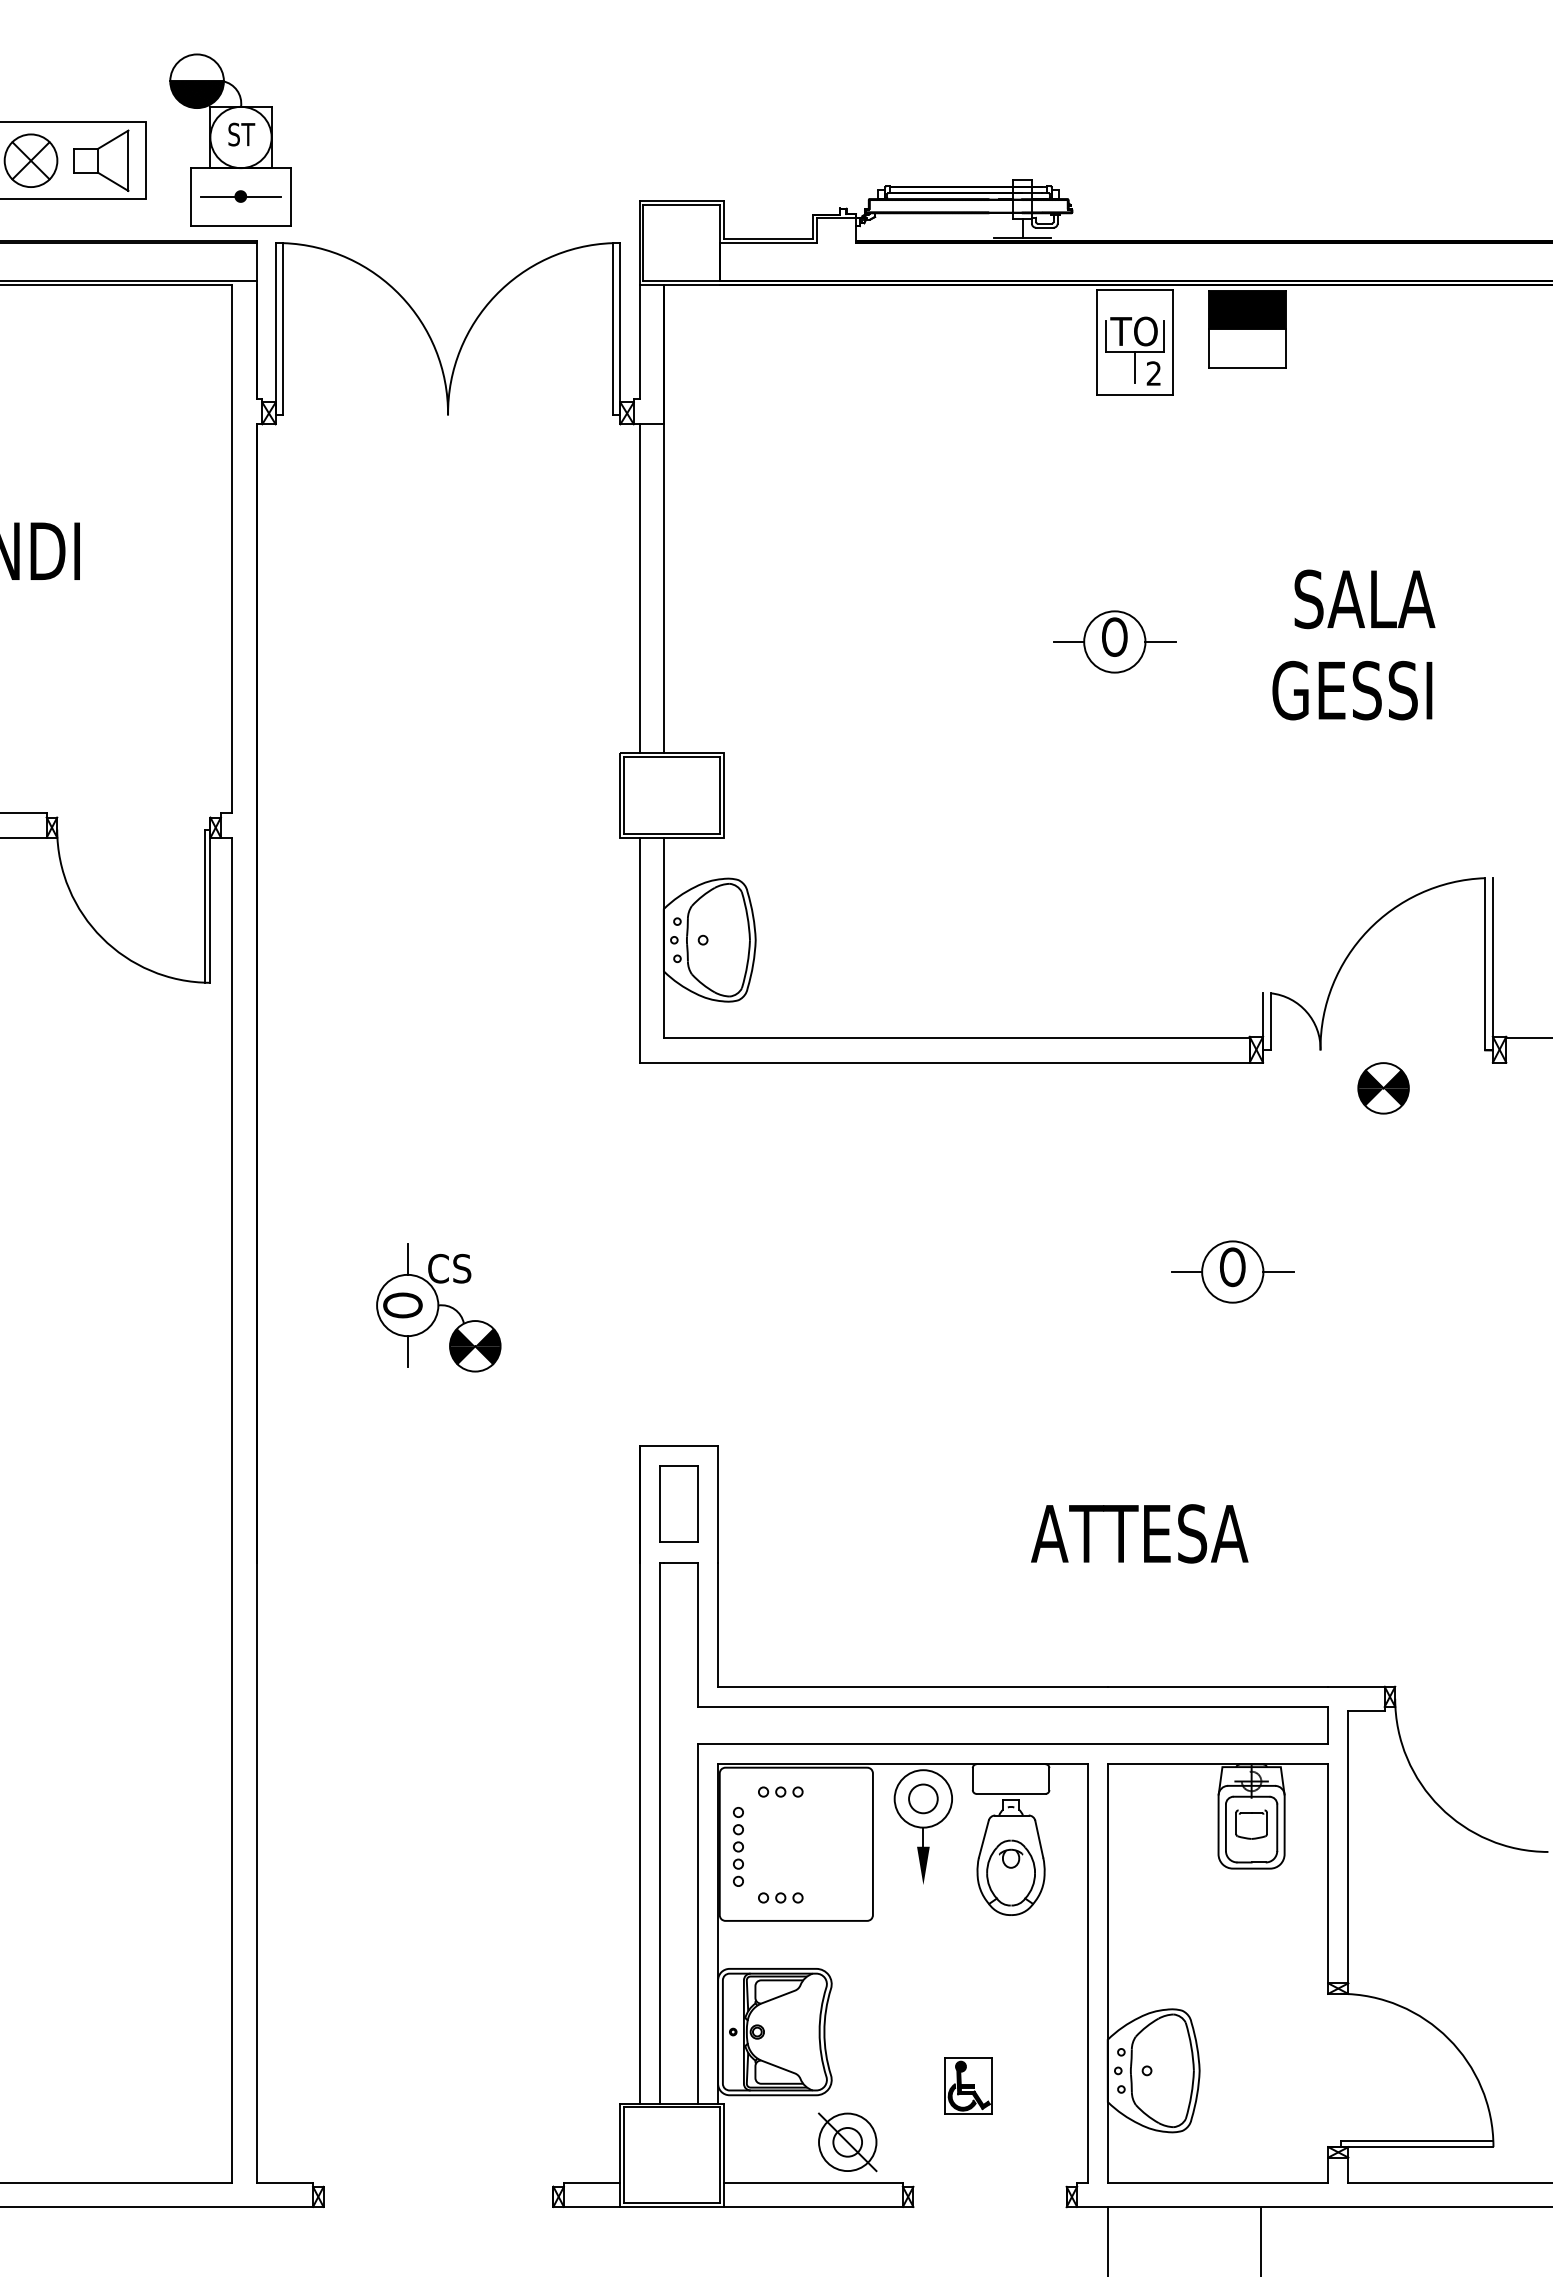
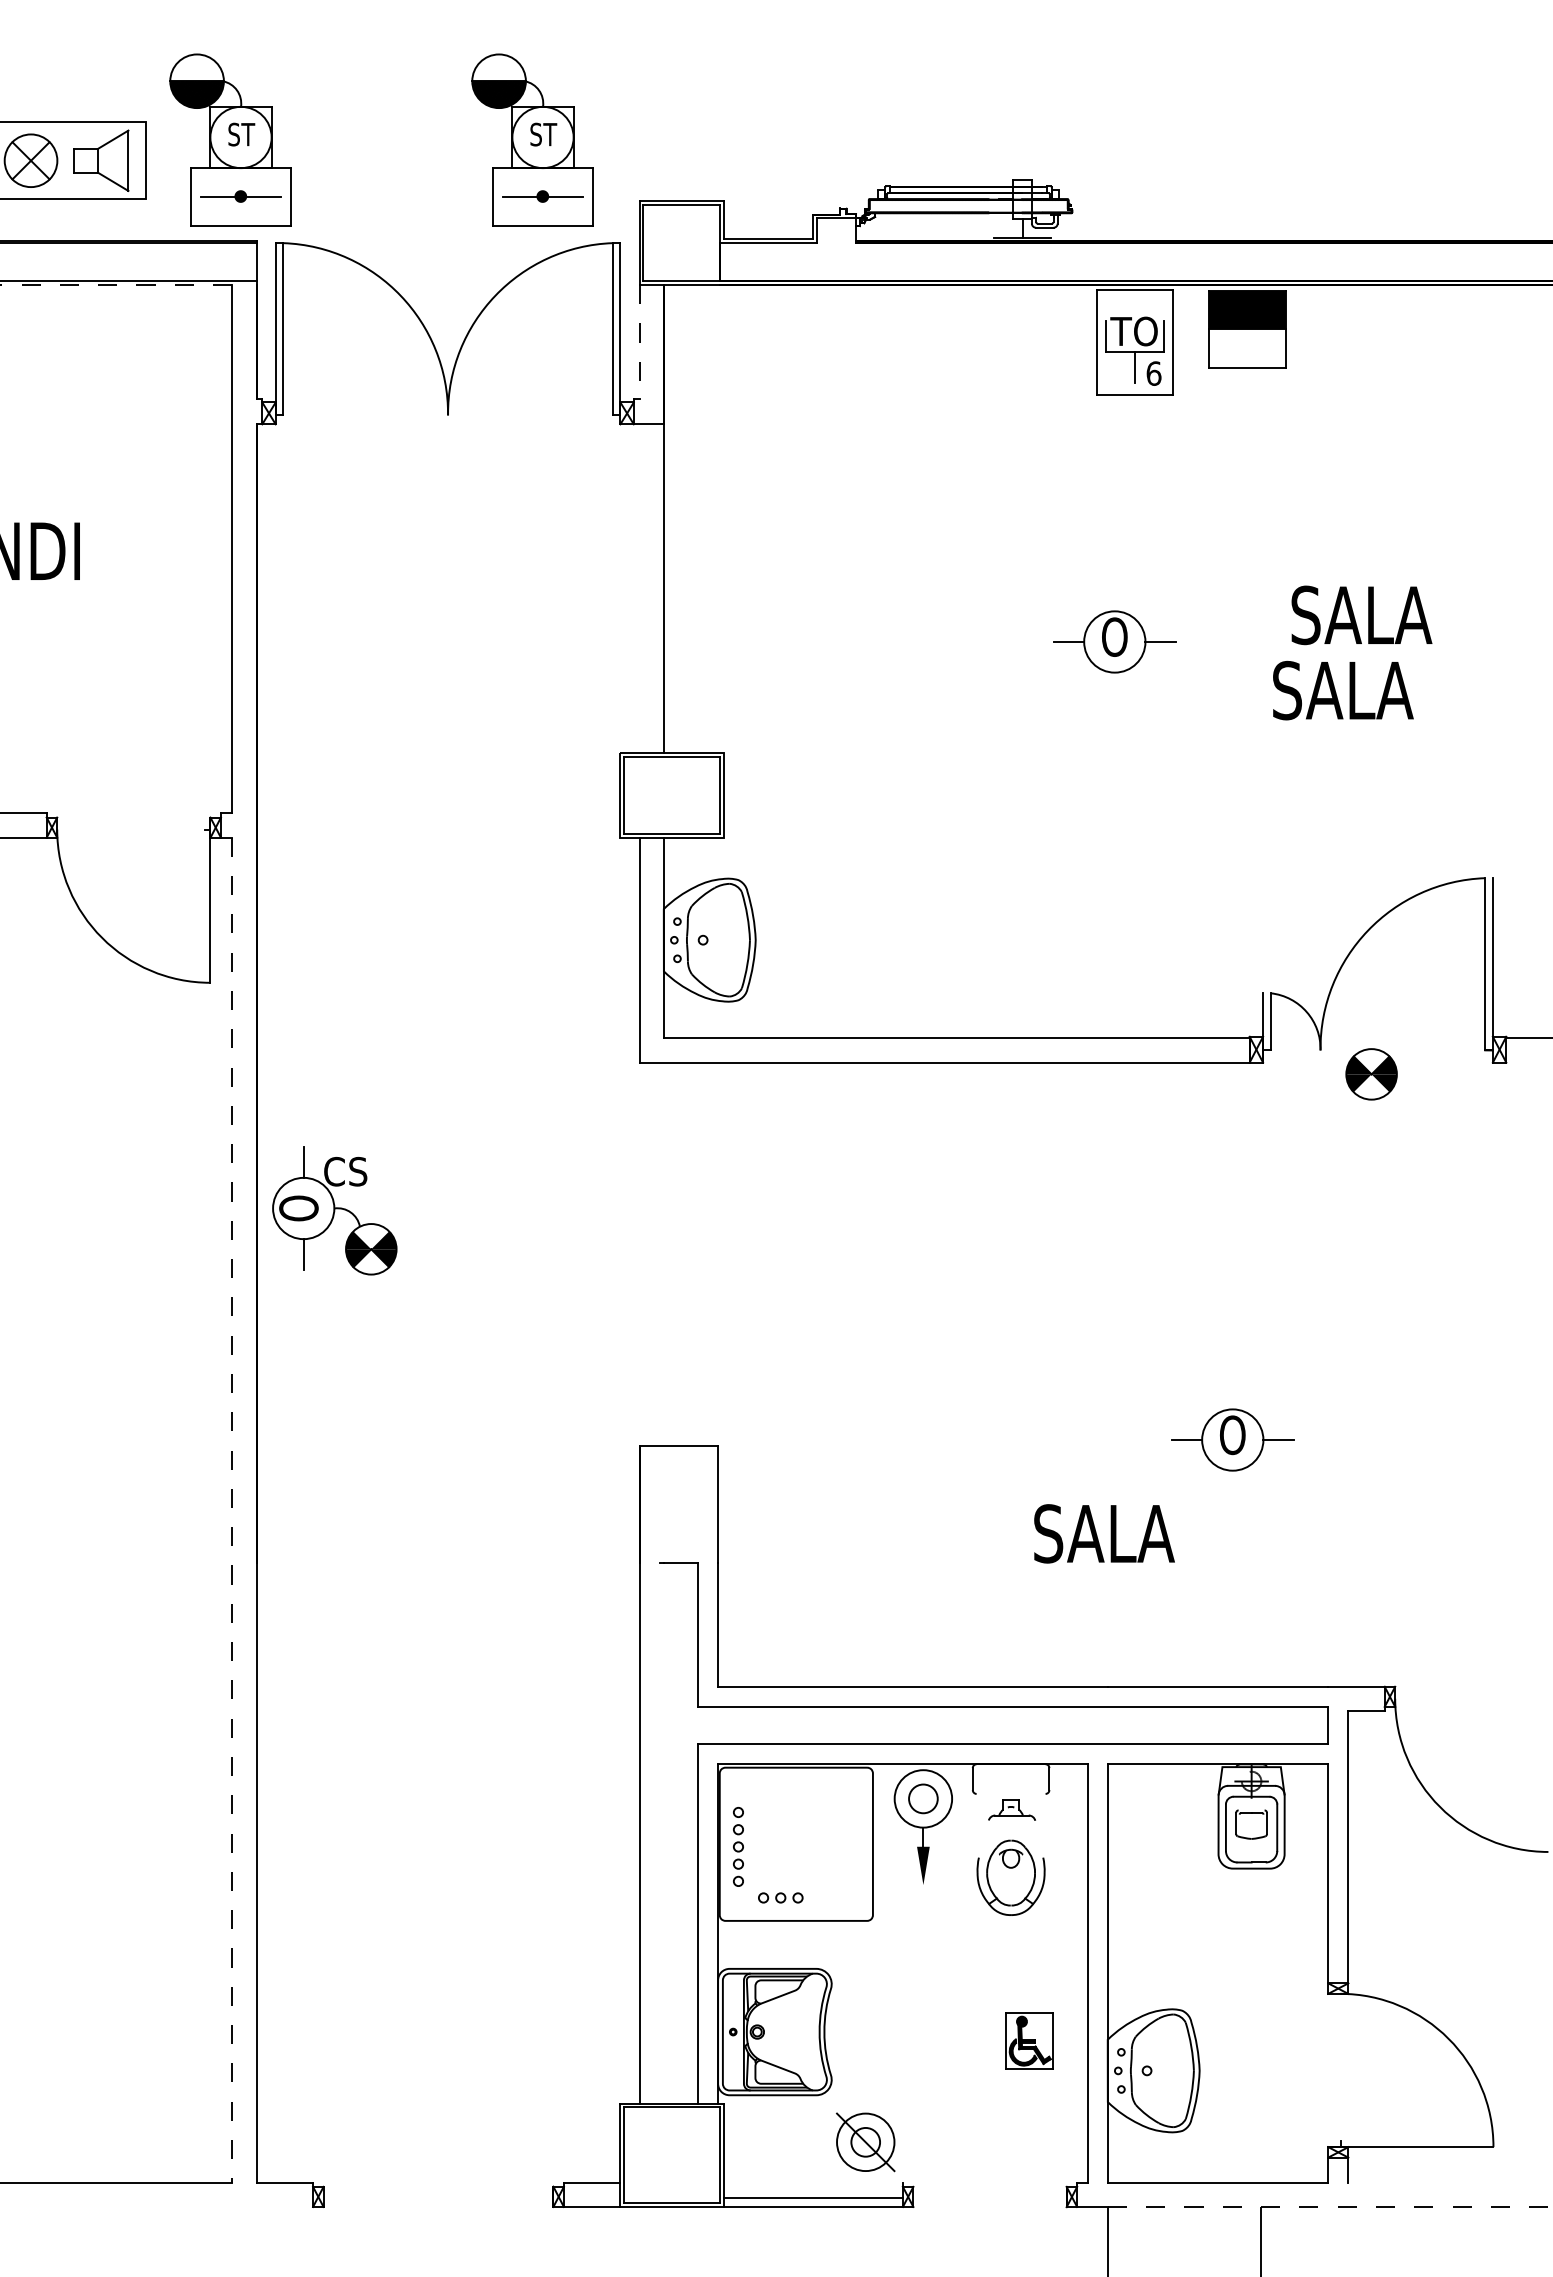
part at (532, 139): none -> present
line at (116, 285): solid -> dashed
line at (639, 342): solid -> dashed
text at (1153, 373): 2 -> 6
line at (639, 588): present -> none
text at (1364, 599) position: (1364, 599) -> (1361, 615)
text at (1352, 690): GESSI -> SALA
line at (204, 905): present -> none
part at (1383, 1088) position: (1383, 1088) -> (1371, 1074)
part at (1232, 1271) position: (1232, 1271) -> (1232, 1439)
part at (438, 1307) position: (438, 1307) -> (334, 1210)
part at (678, 1503): present -> none
line at (232, 1510): solid -> dashed
text at (1139, 1533): ATTESA -> SALA
part at (780, 1791): present -> none
line at (1010, 1793): present -> none
line at (659, 1832): present -> none
line at (983, 1838): present -> none
line at (1039, 1838): present -> none
part at (968, 2085) position: (968, 2085) -> (1029, 2040)
line at (1416, 2141): present -> none
part at (847, 2142) position: (847, 2142) -> (865, 2142)
line at (812, 2182) position: (812, 2182) -> (812, 2197)
line at (1448, 2182): present -> none
line at (157, 2206): present -> none
line at (1330, 2206): solid -> dashed
